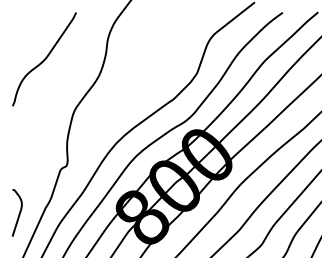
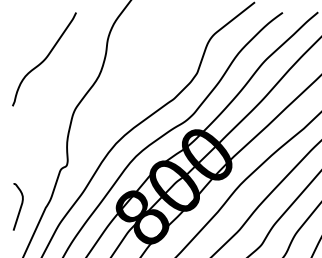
curve at (18, 214) position: (18, 214) -> (19, 208)
